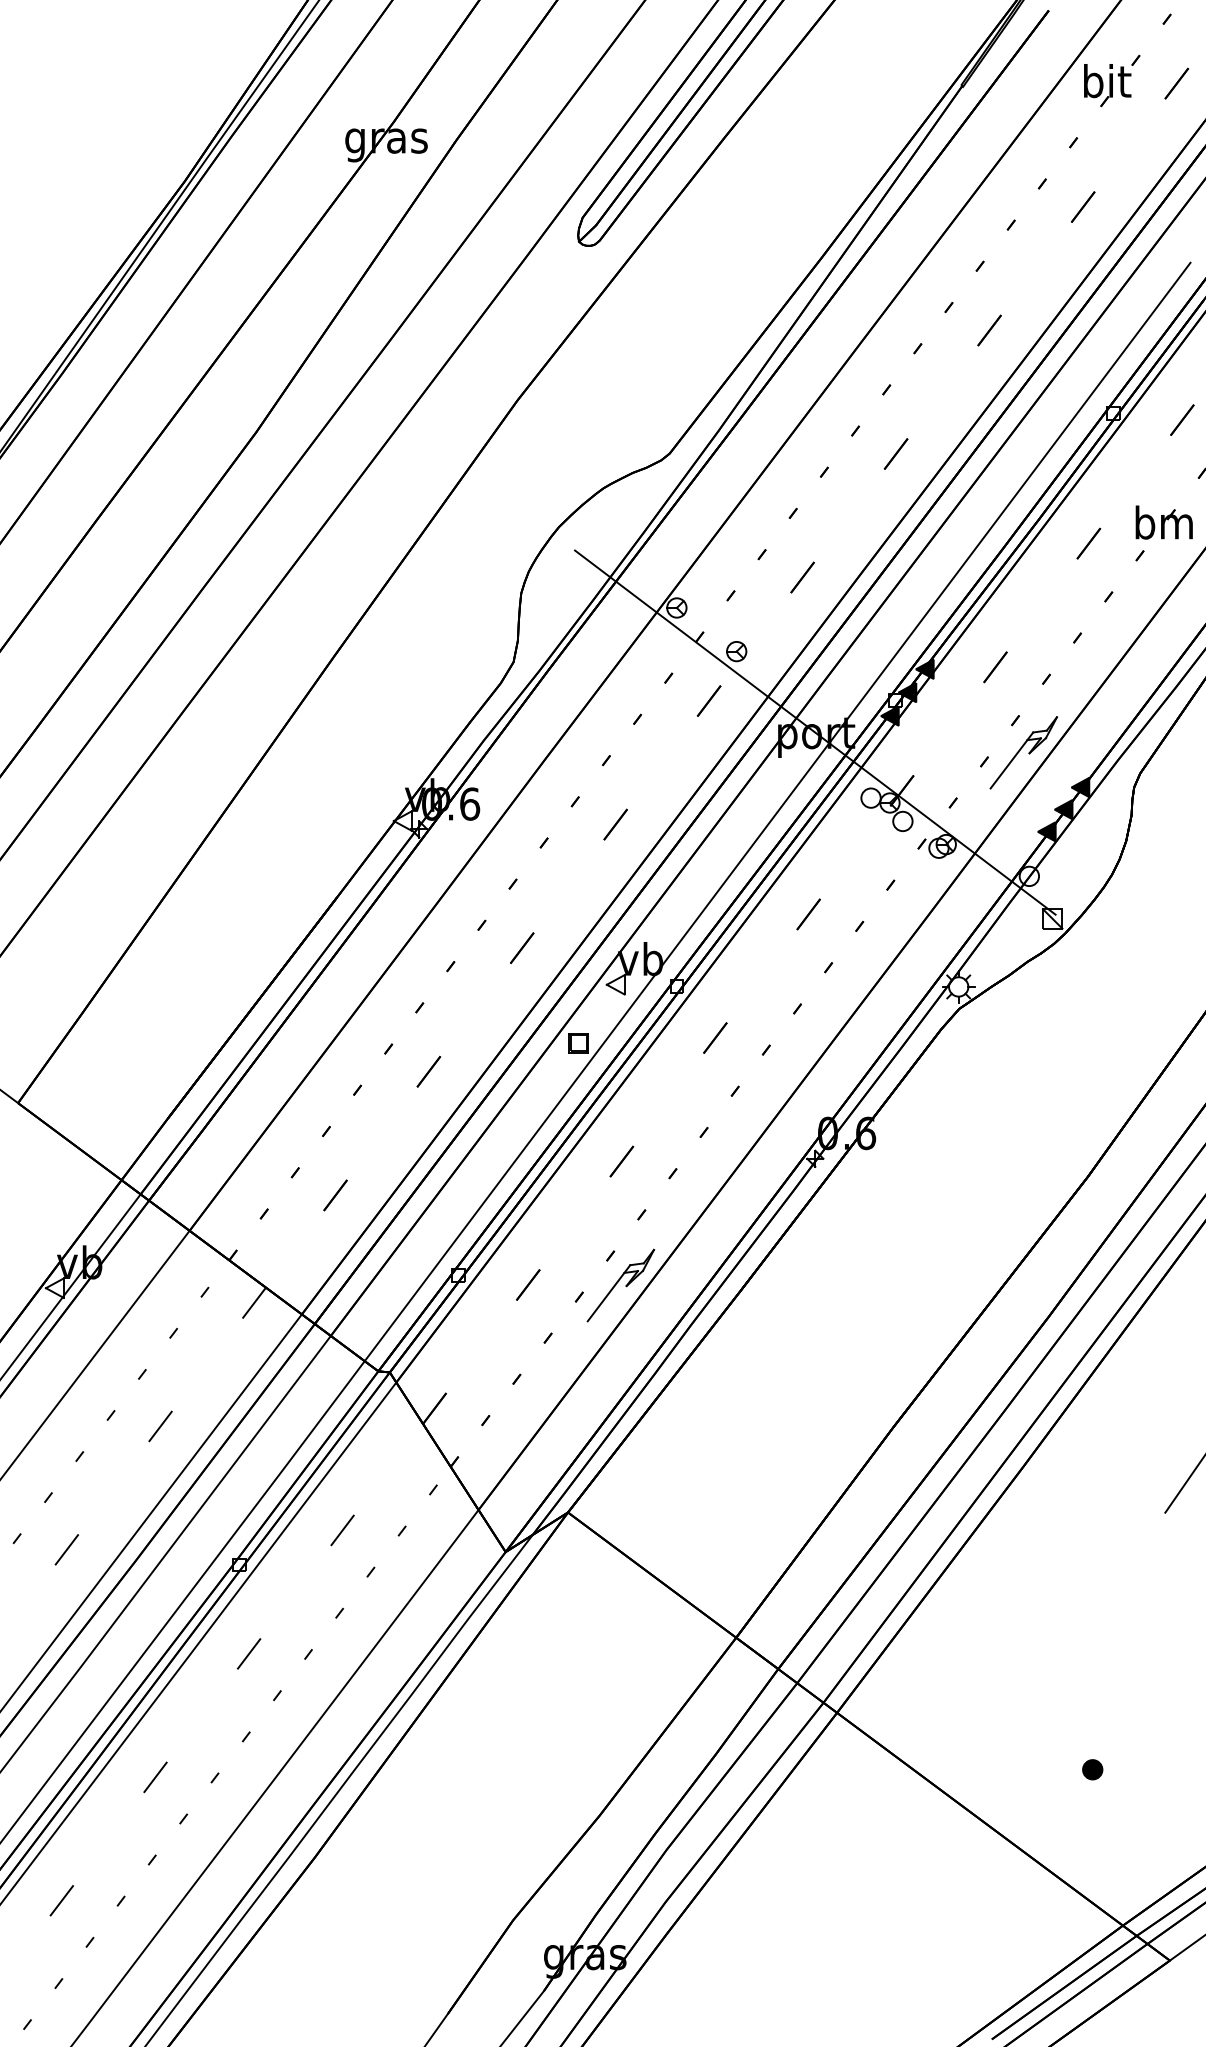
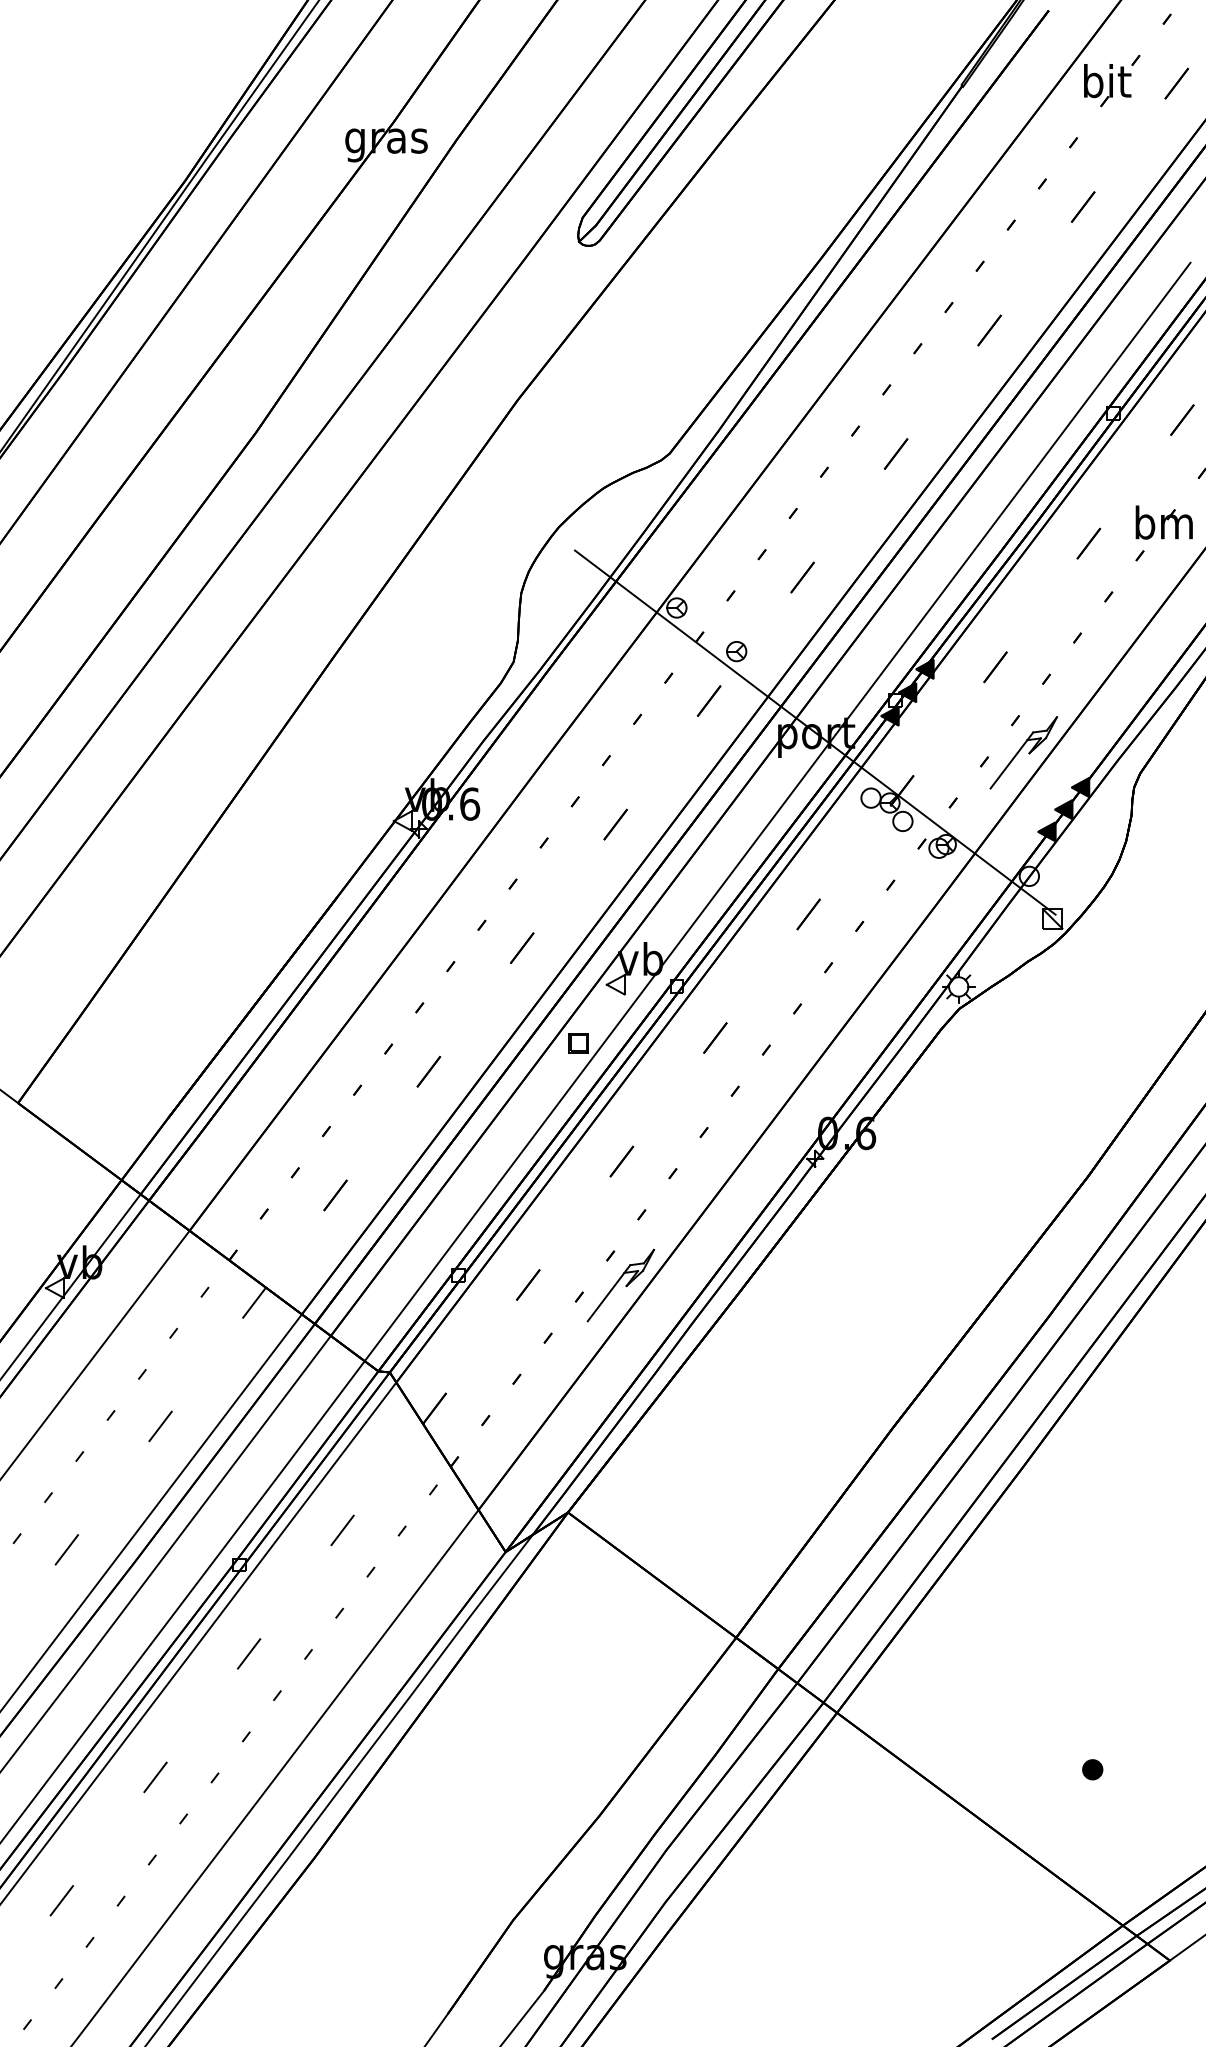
line at (1183, 1485): present -> none
